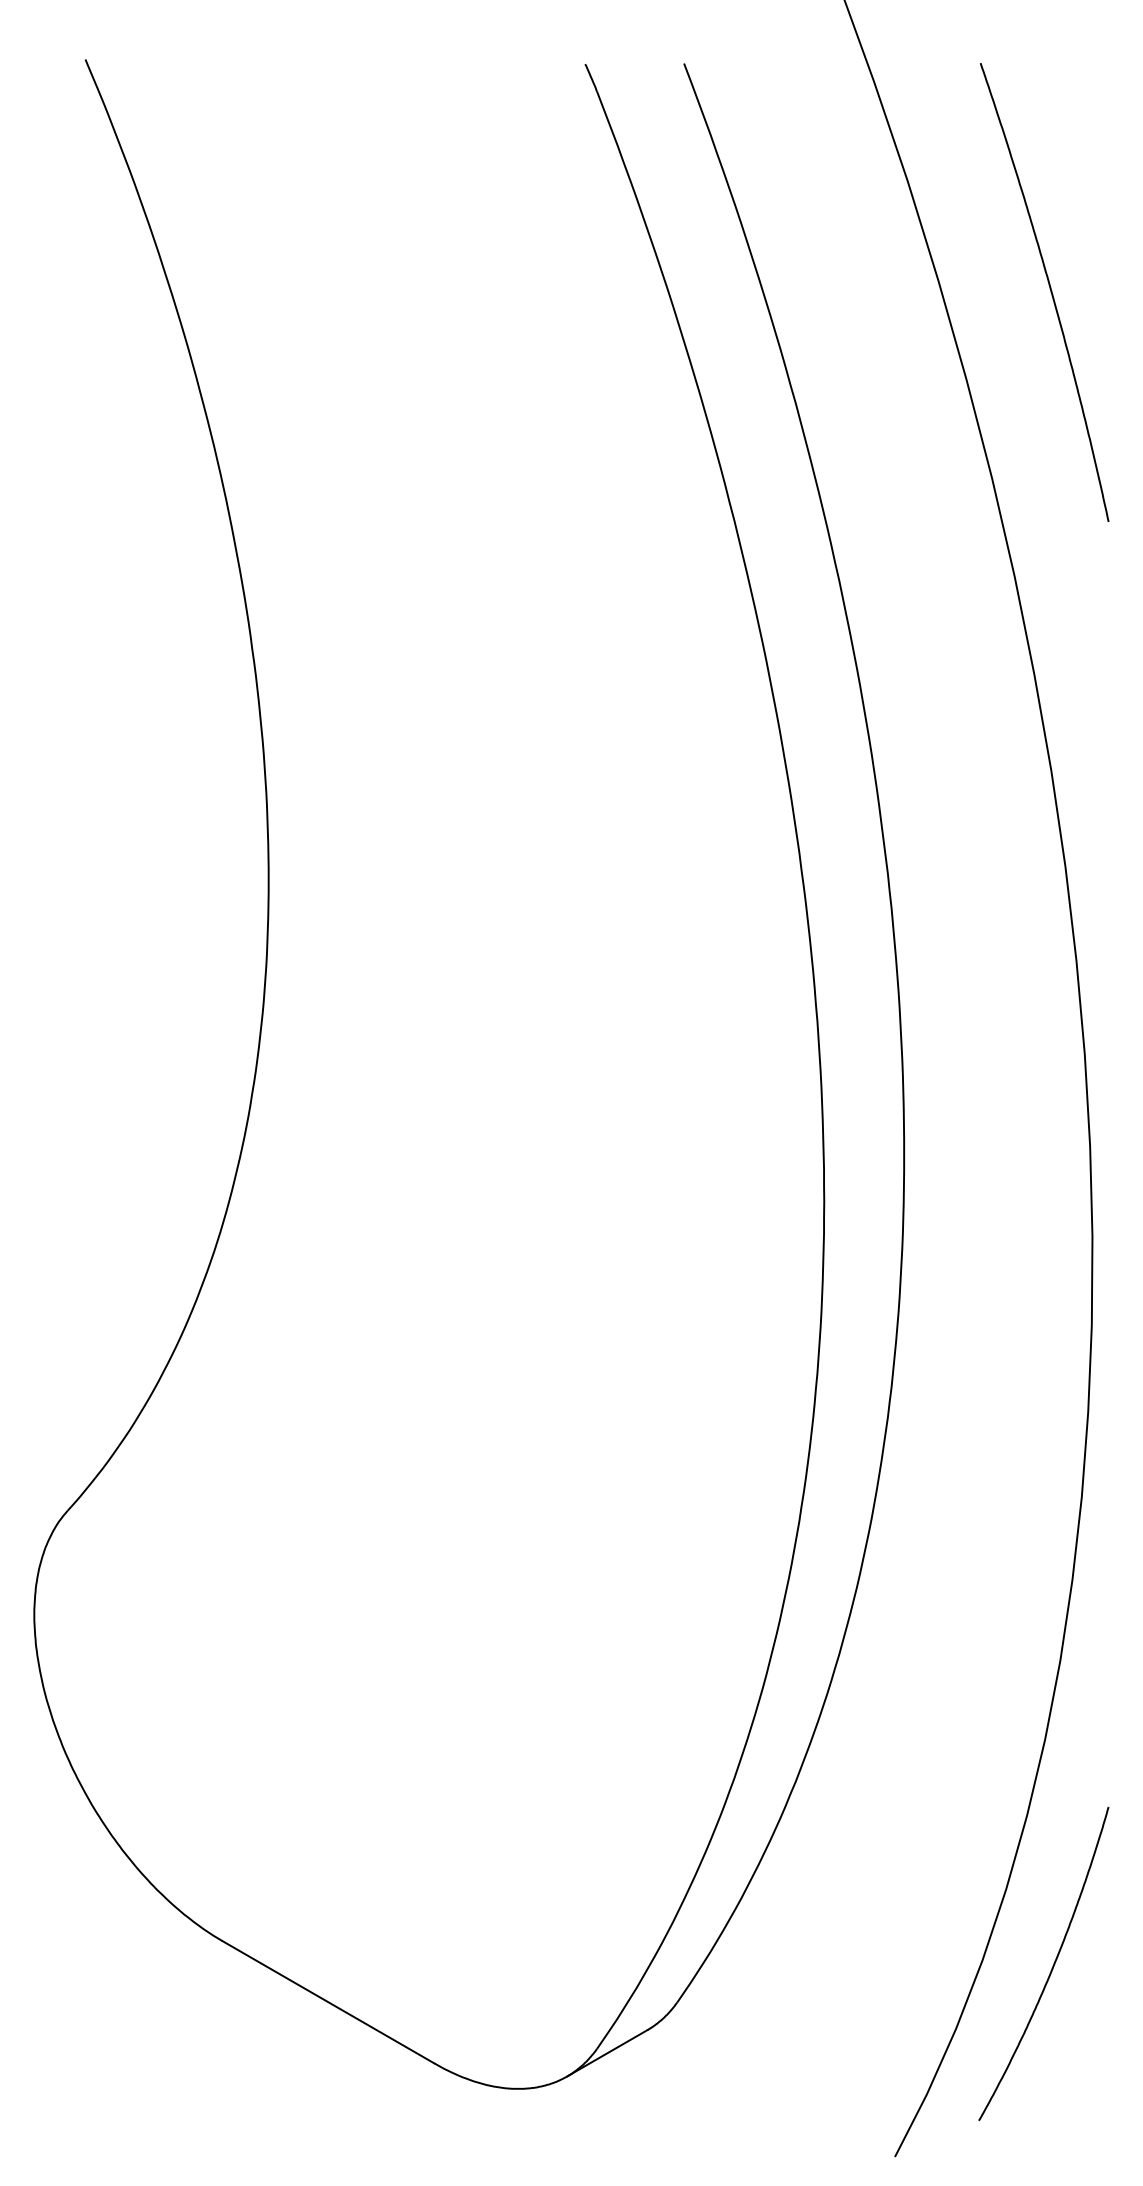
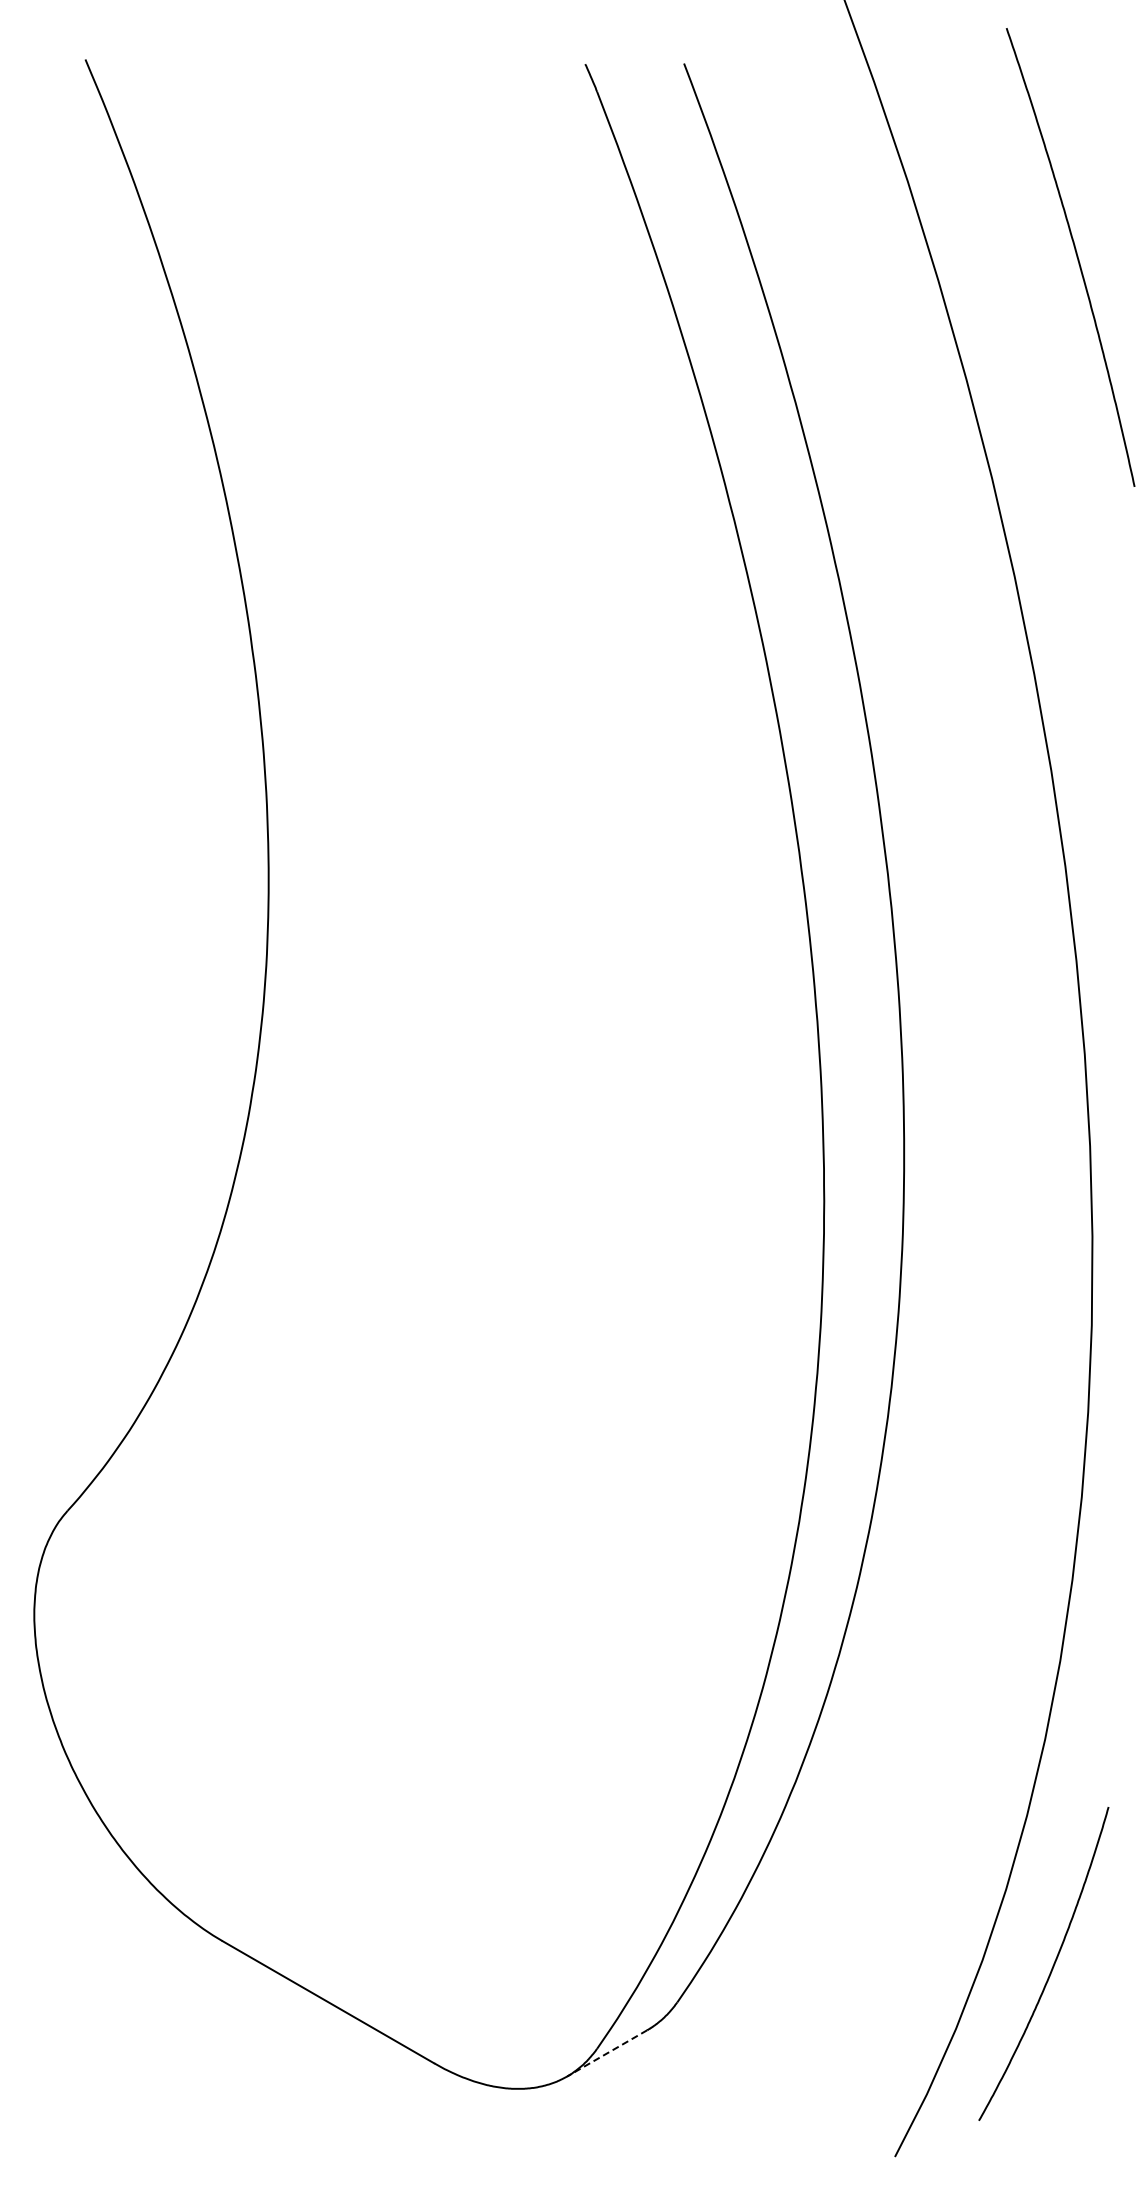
curve at (1050, 292) position: (1050, 292) -> (1076, 257)
line at (606, 2053): solid -> dashed
